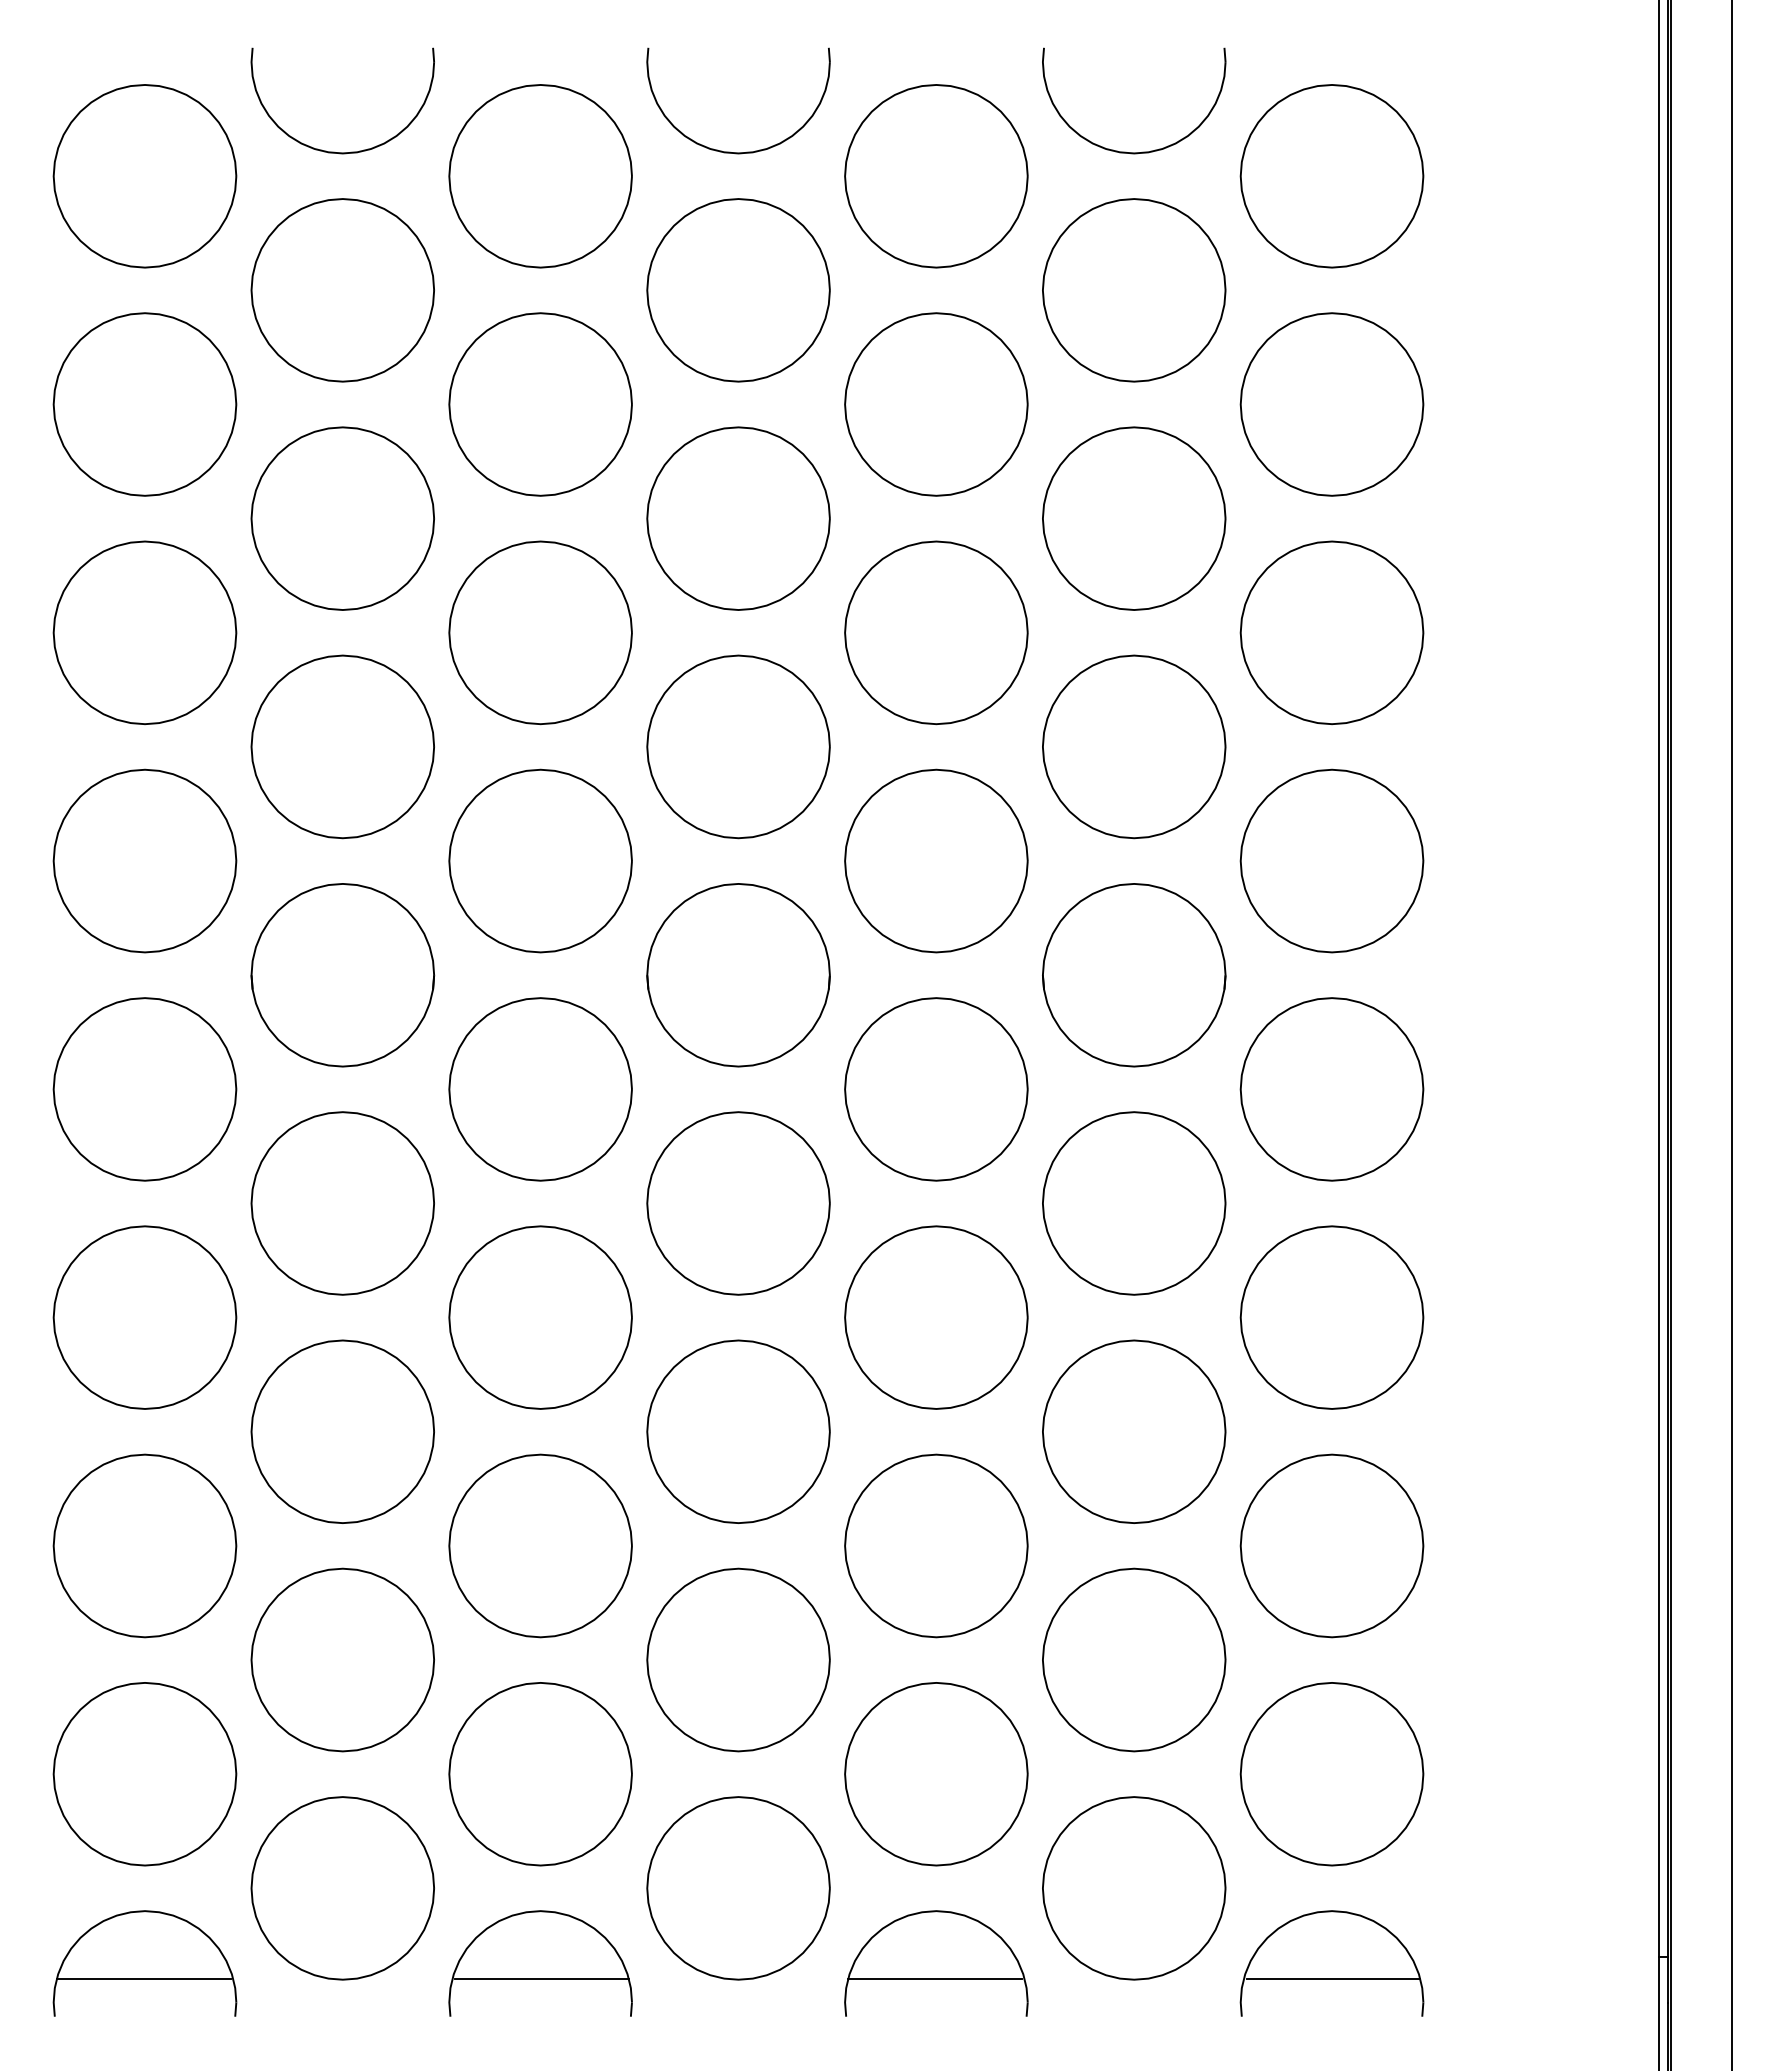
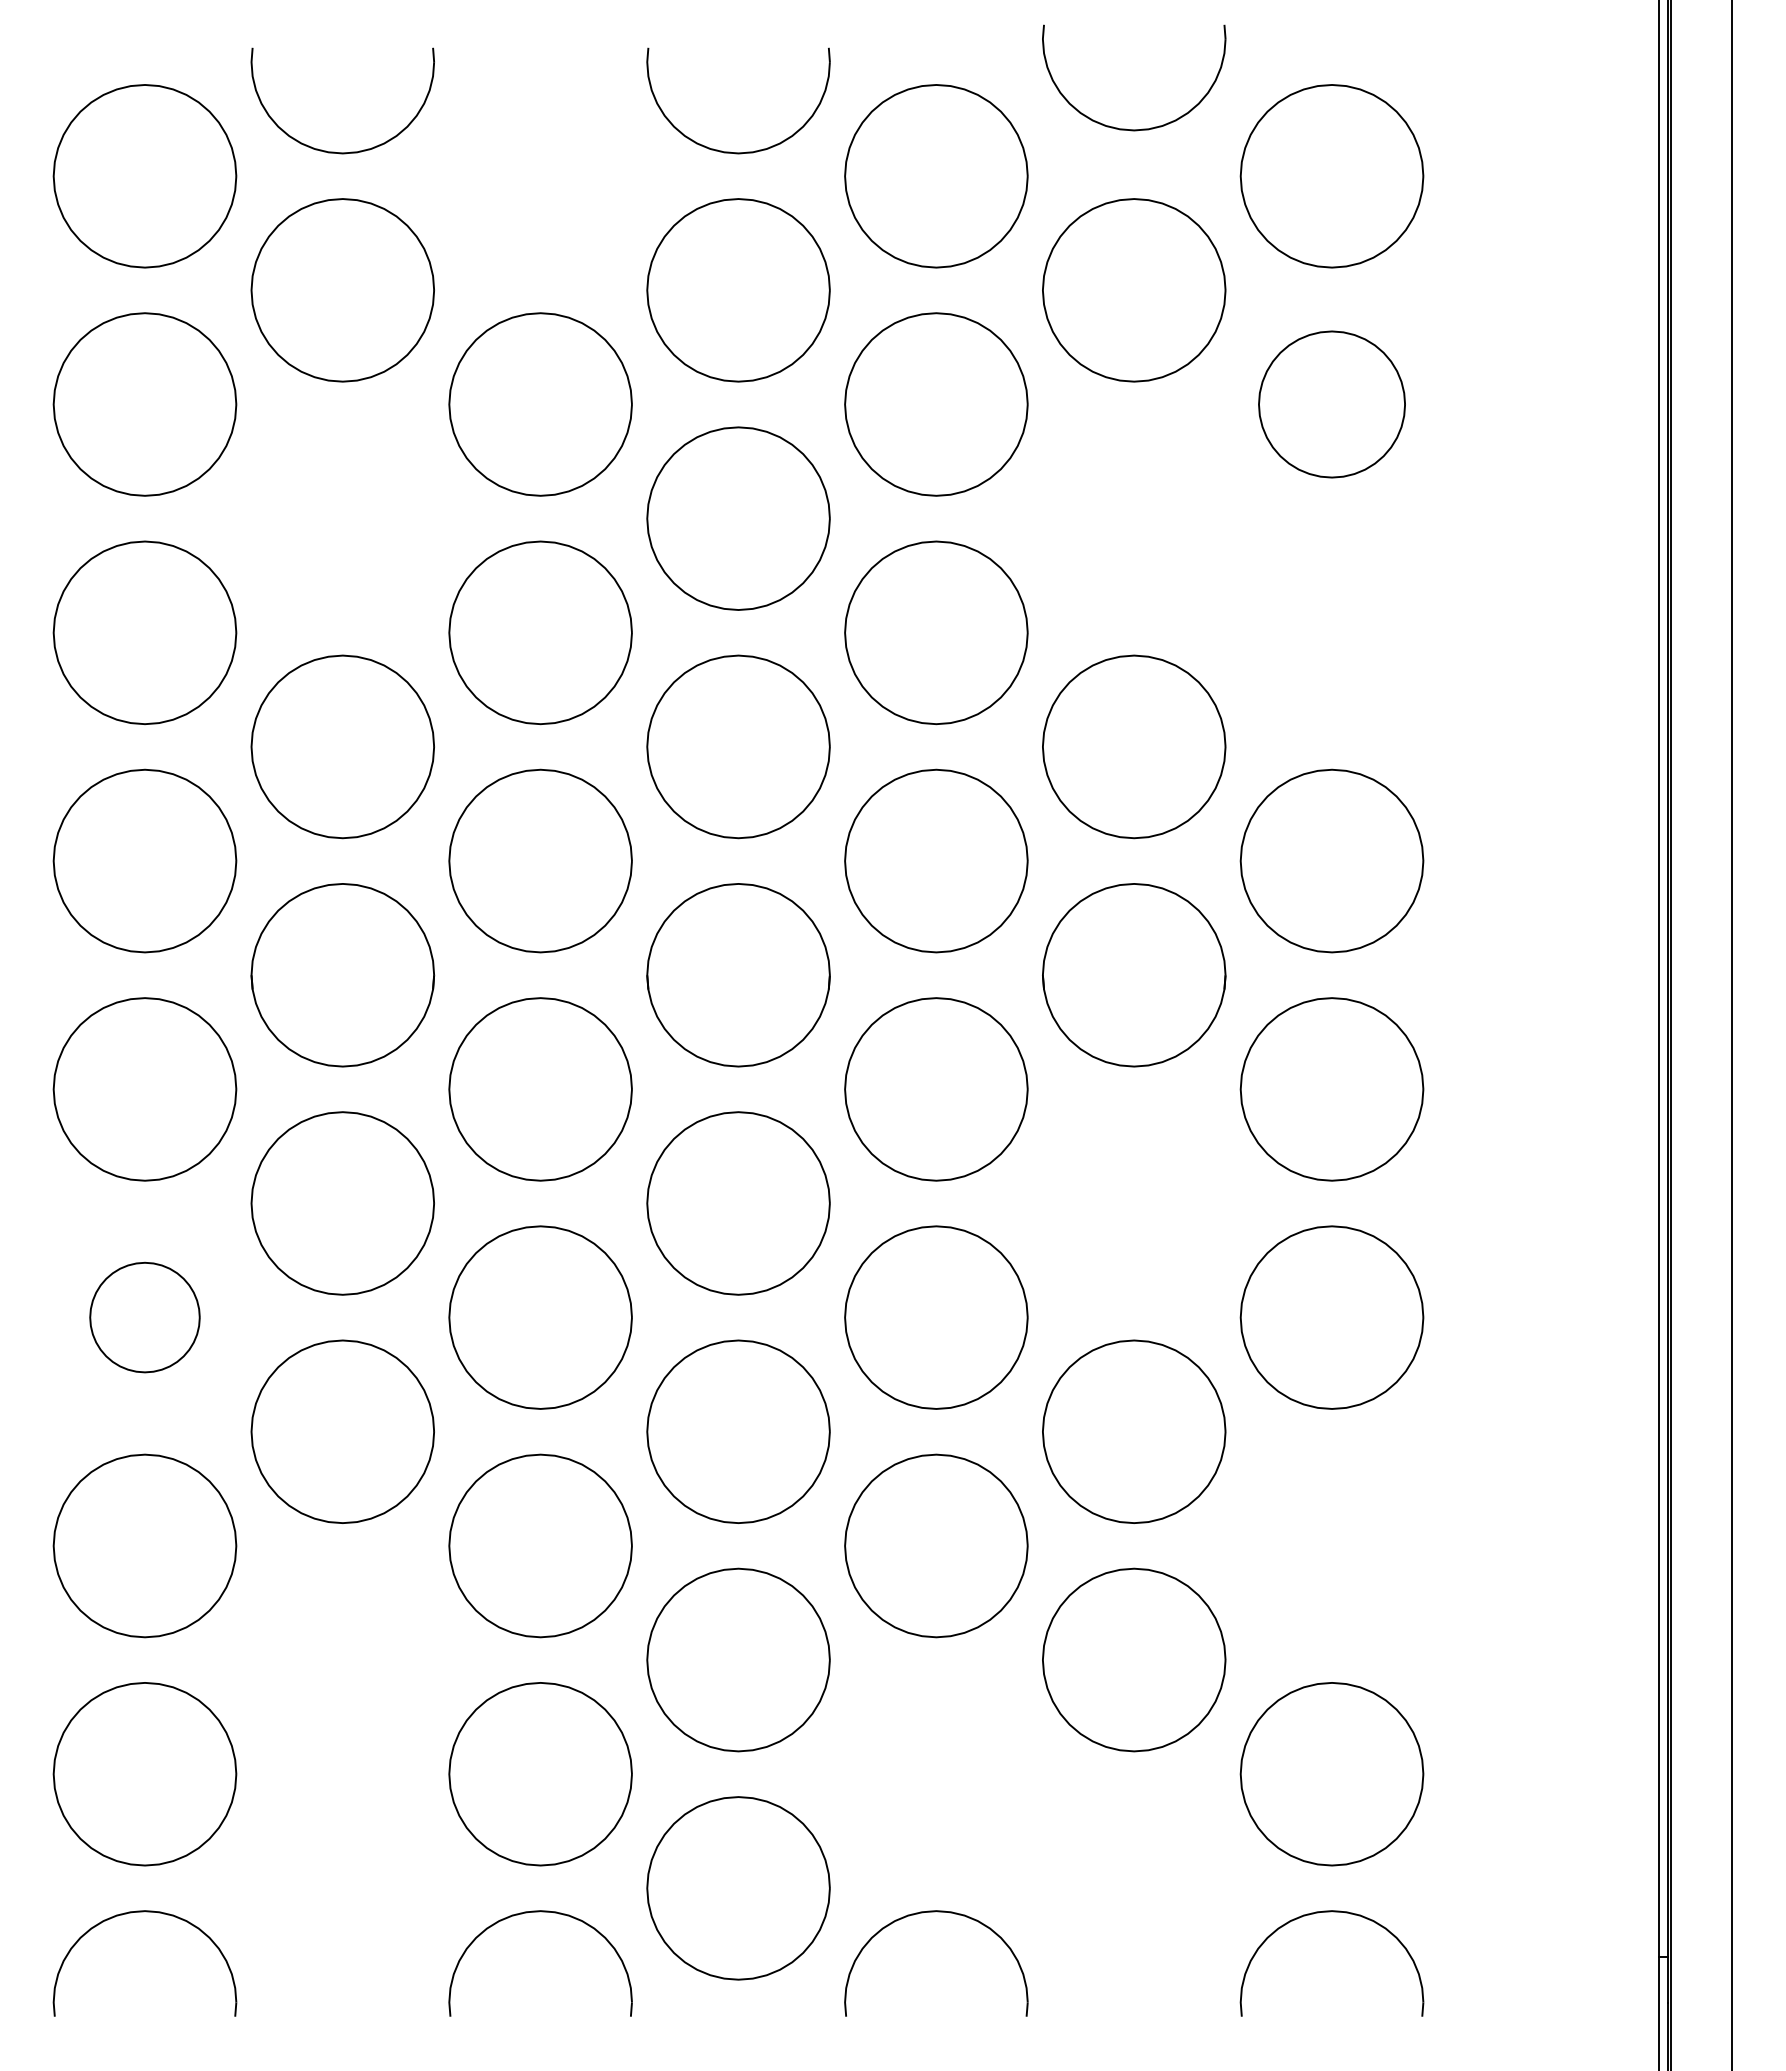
part at (1126, 151) position: (1126, 151) -> (1126, 128)
part at (540, 176): present -> none
part at (1331, 404) size: 186x185 px -> 148x149 px
part at (342, 518): present -> none
part at (1134, 518): present -> none
part at (1331, 632): present -> none
part at (1134, 1203): present -> none
part at (144, 1317) size: 186x185 px -> 112x113 px
part at (1331, 1545): present -> none
part at (342, 1659): present -> none
part at (936, 1774): present -> none
part at (342, 1888): present -> none
part at (1134, 1888): present -> none
line at (143, 1979): present -> none
line at (542, 1979): present -> none
line at (934, 1979): present -> none
line at (1333, 1979): present -> none
